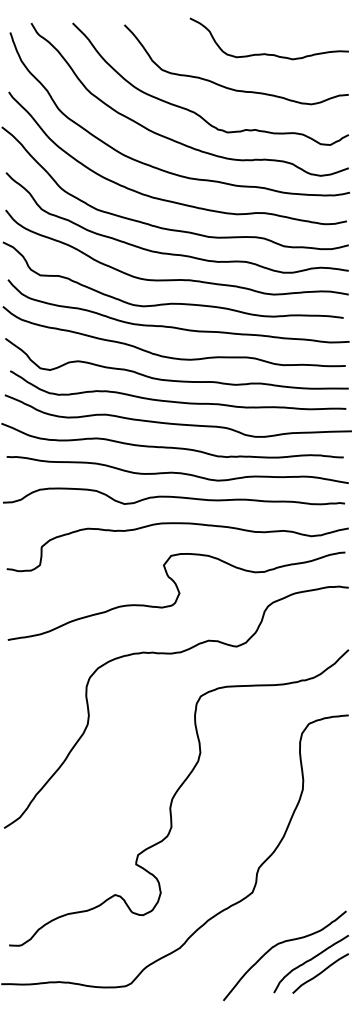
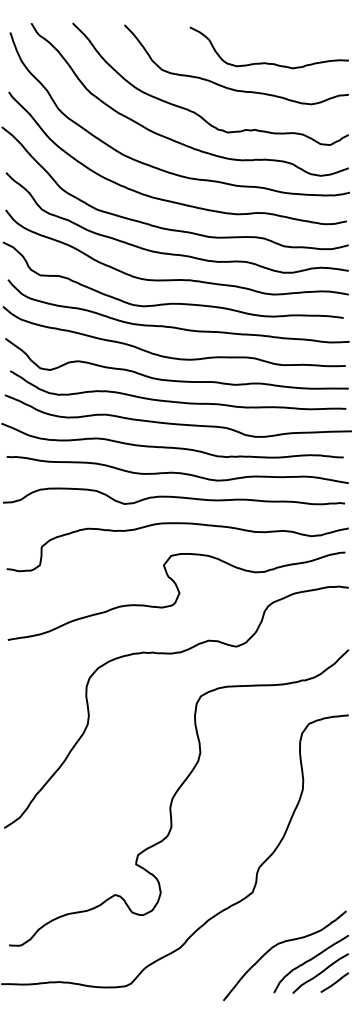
curve at (268, 53) position: (268, 53) -> (268, 62)
line at (334, 982): none -> present
